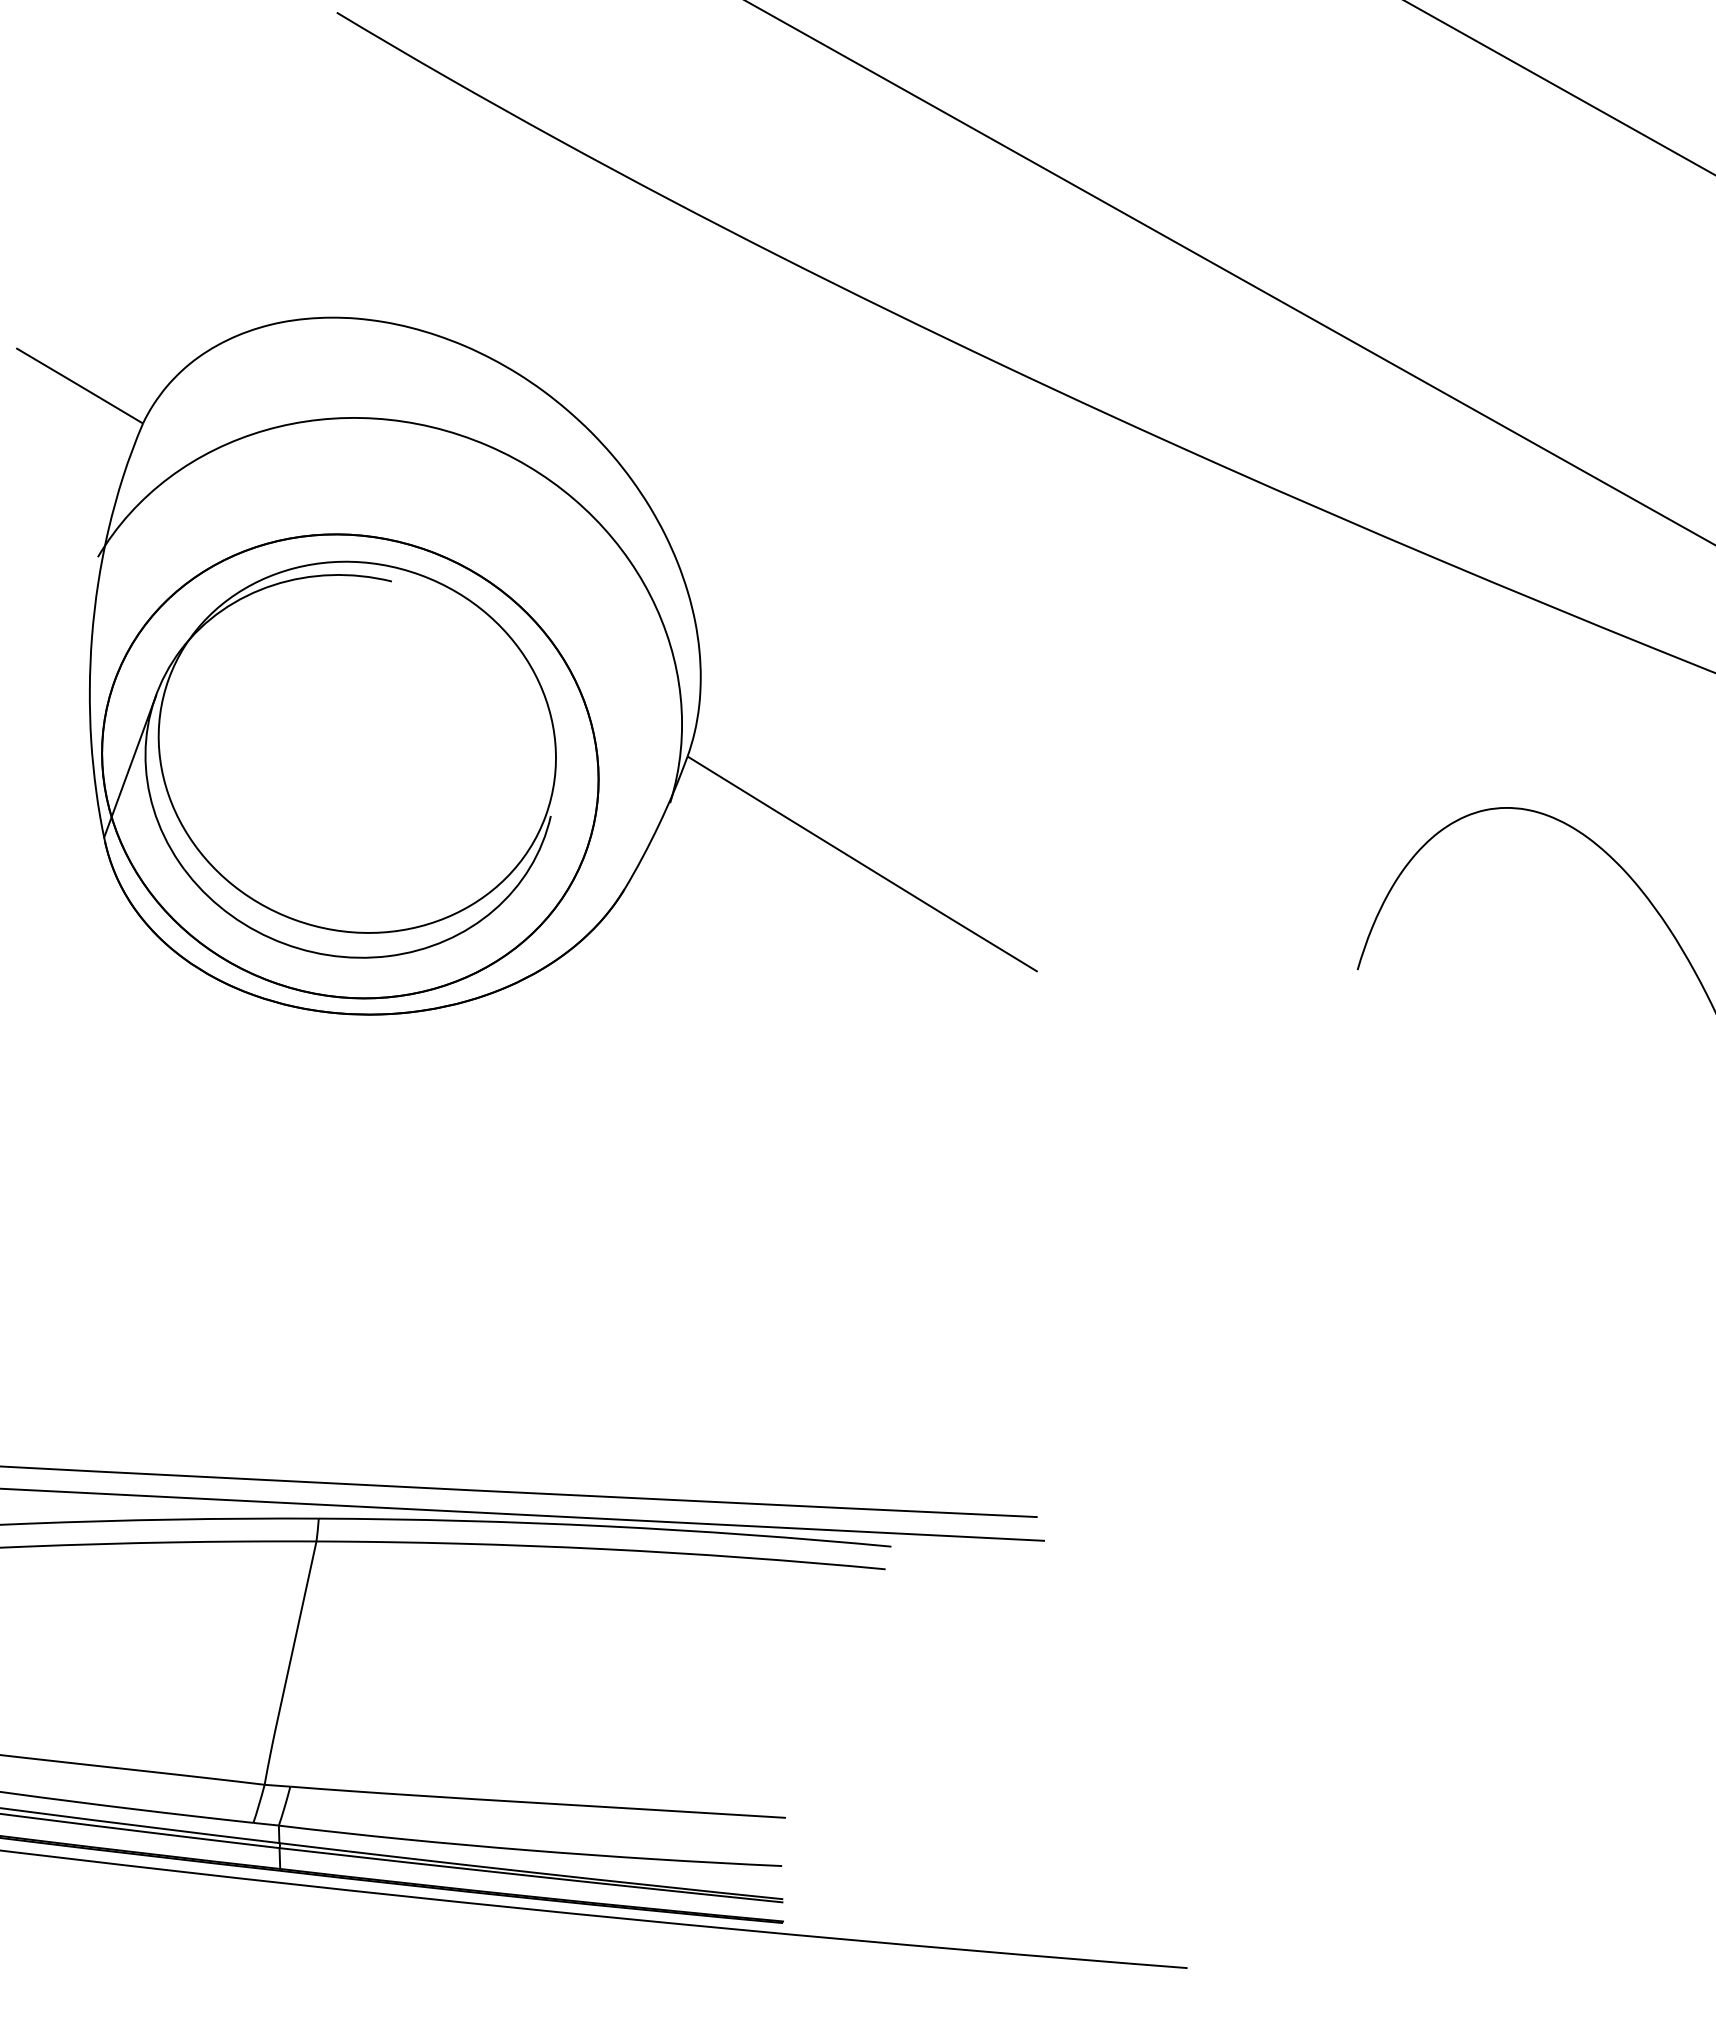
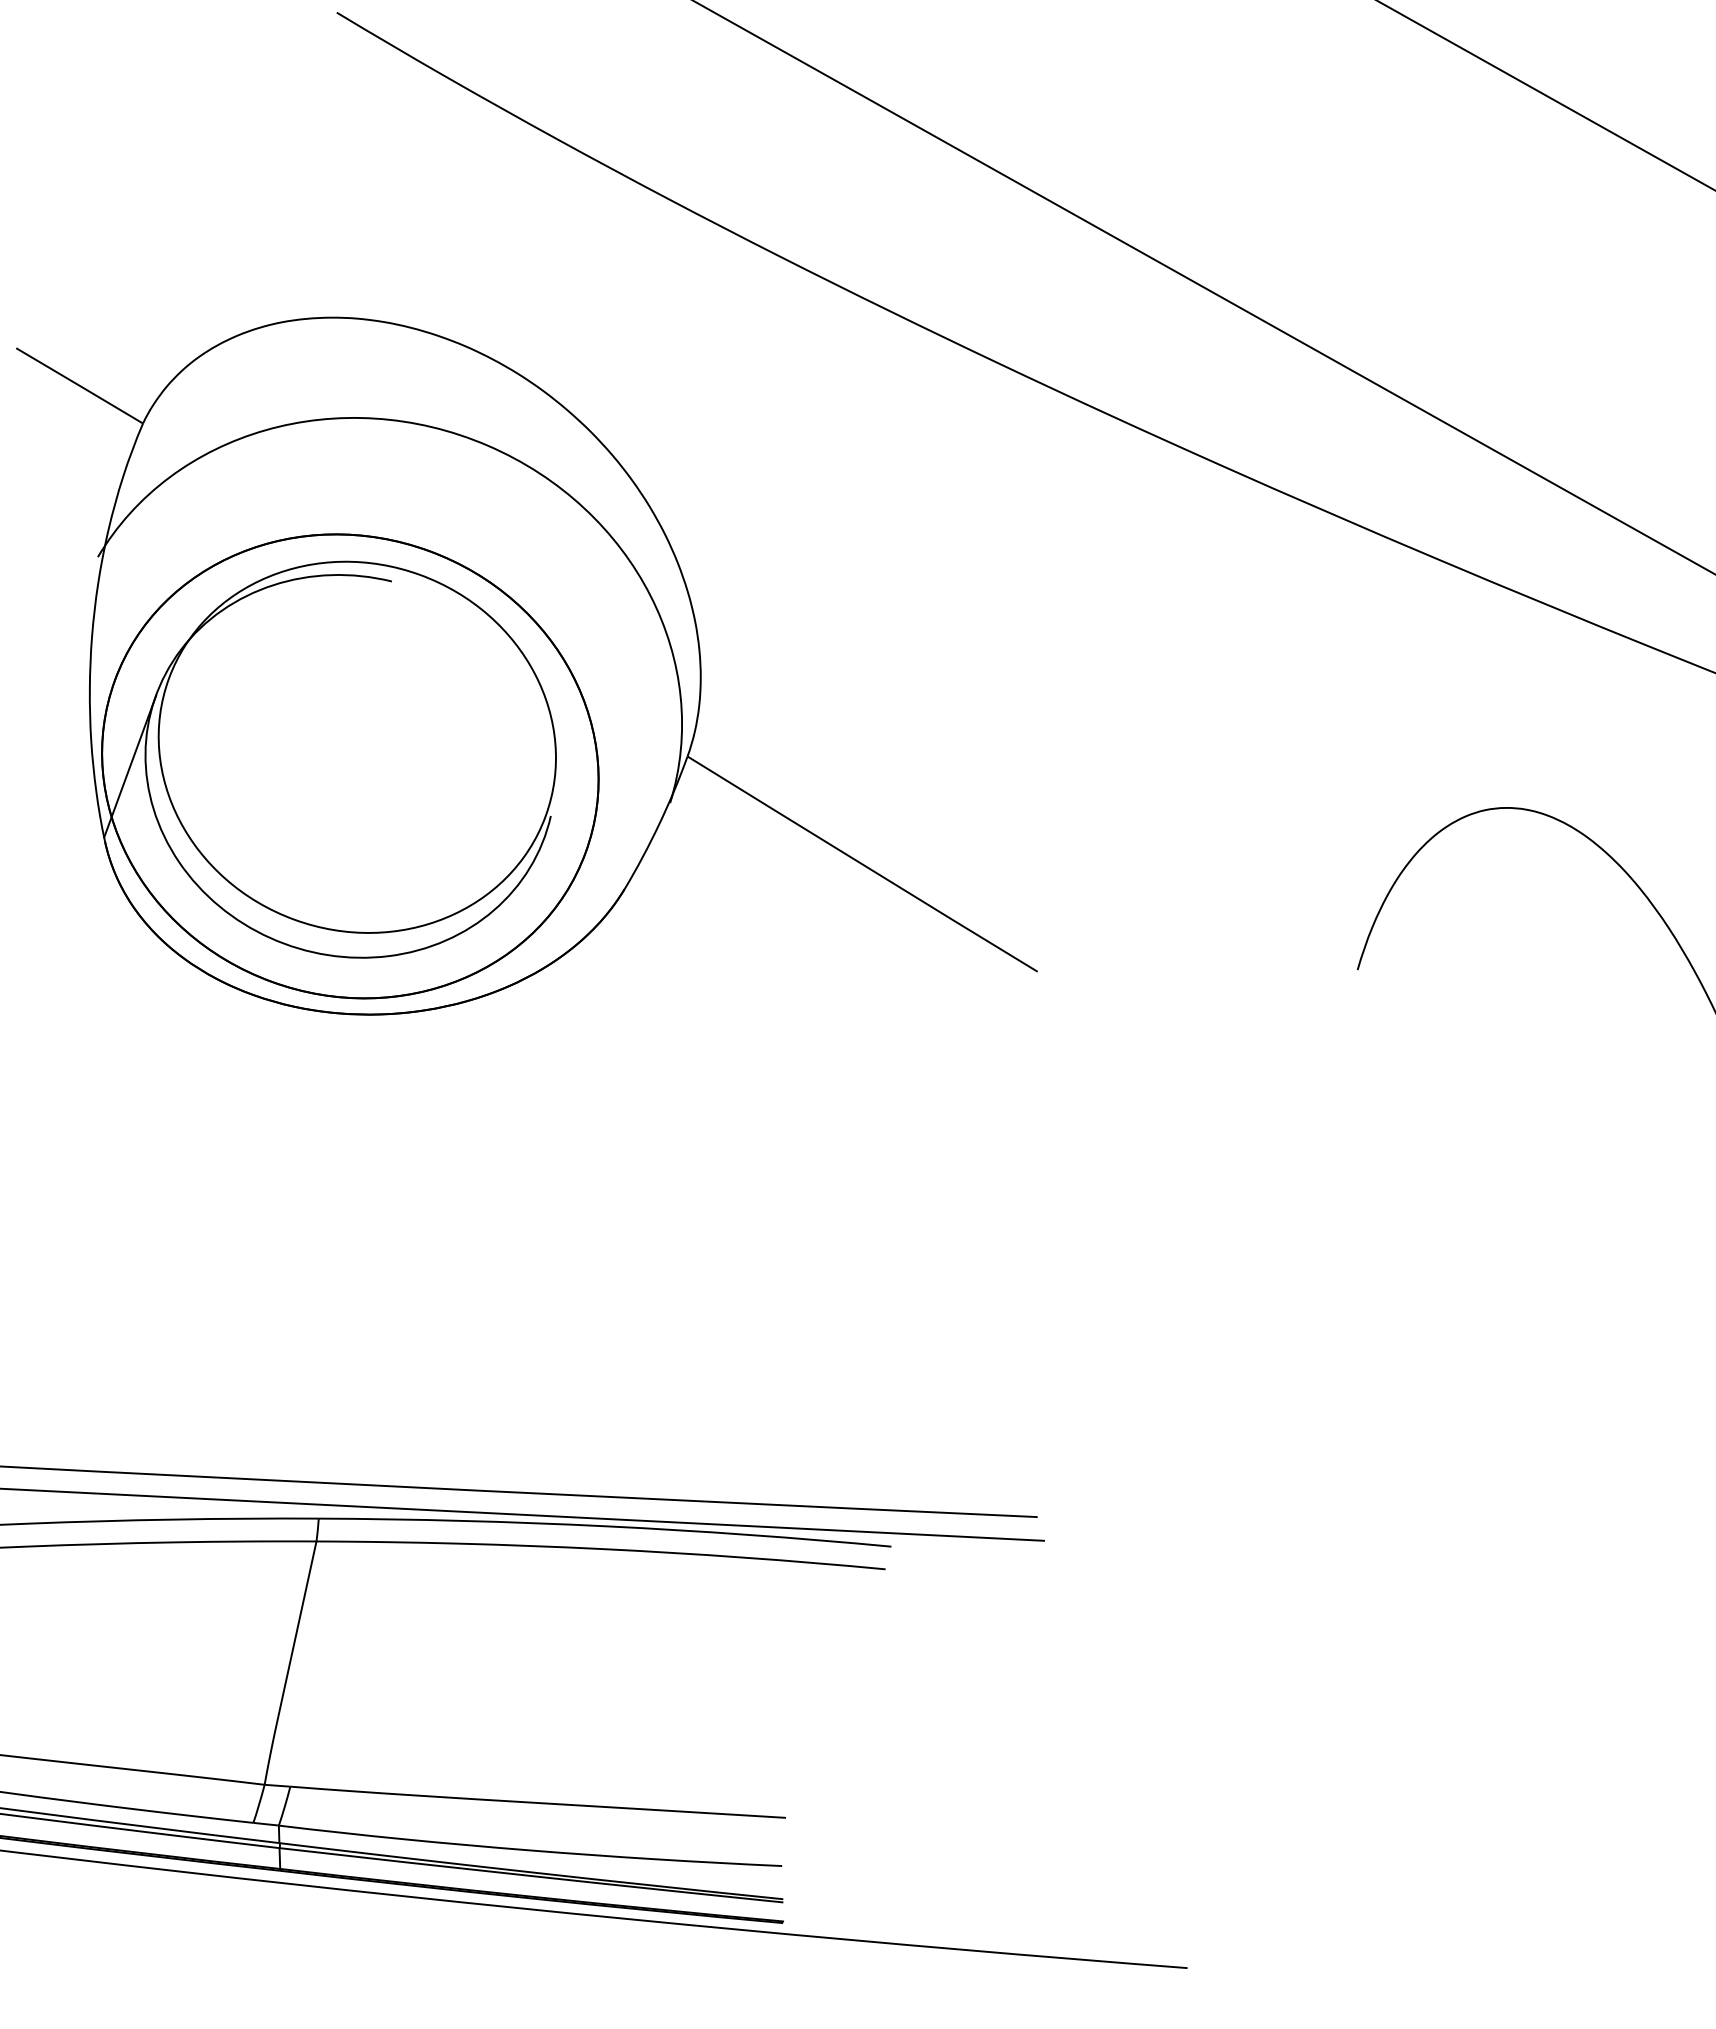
line at (1559, 87) position: (1559, 87) -> (1546, 95)
line at (1230, 272) position: (1230, 272) -> (1204, 287)
